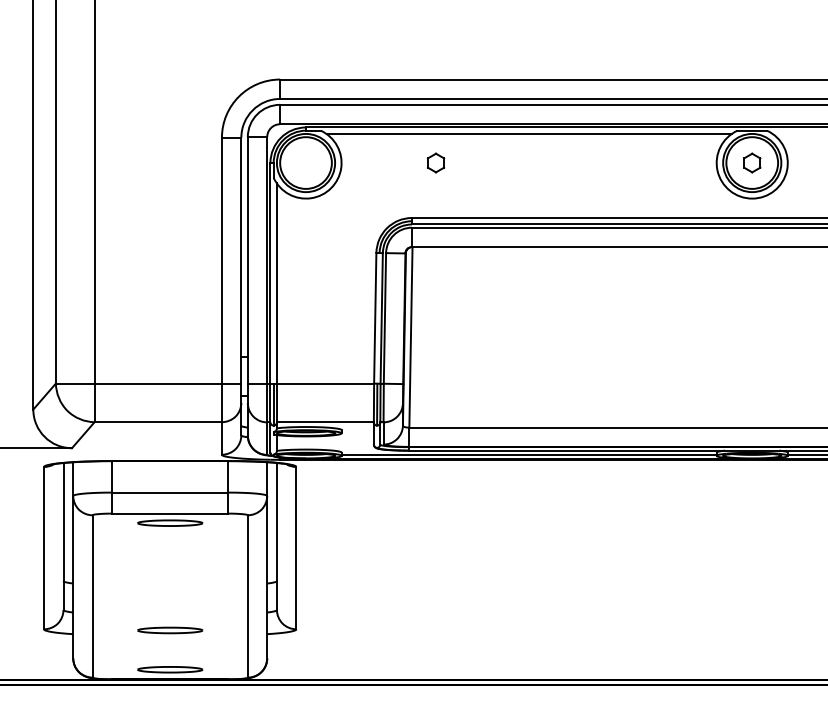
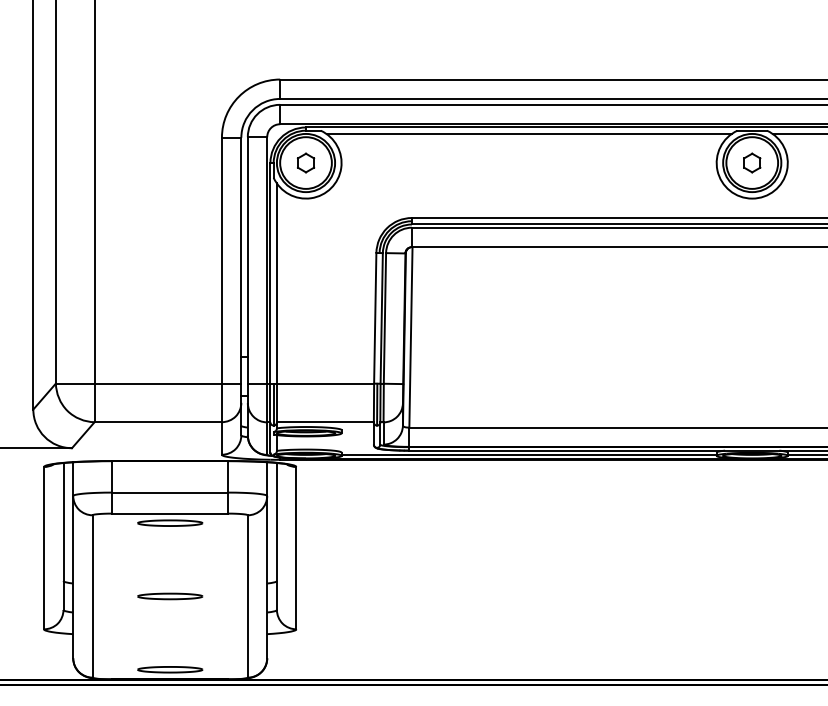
line at (798, 133): none -> present
part at (435, 162) position: (435, 162) -> (305, 162)
part at (170, 630) position: (170, 630) -> (170, 596)
